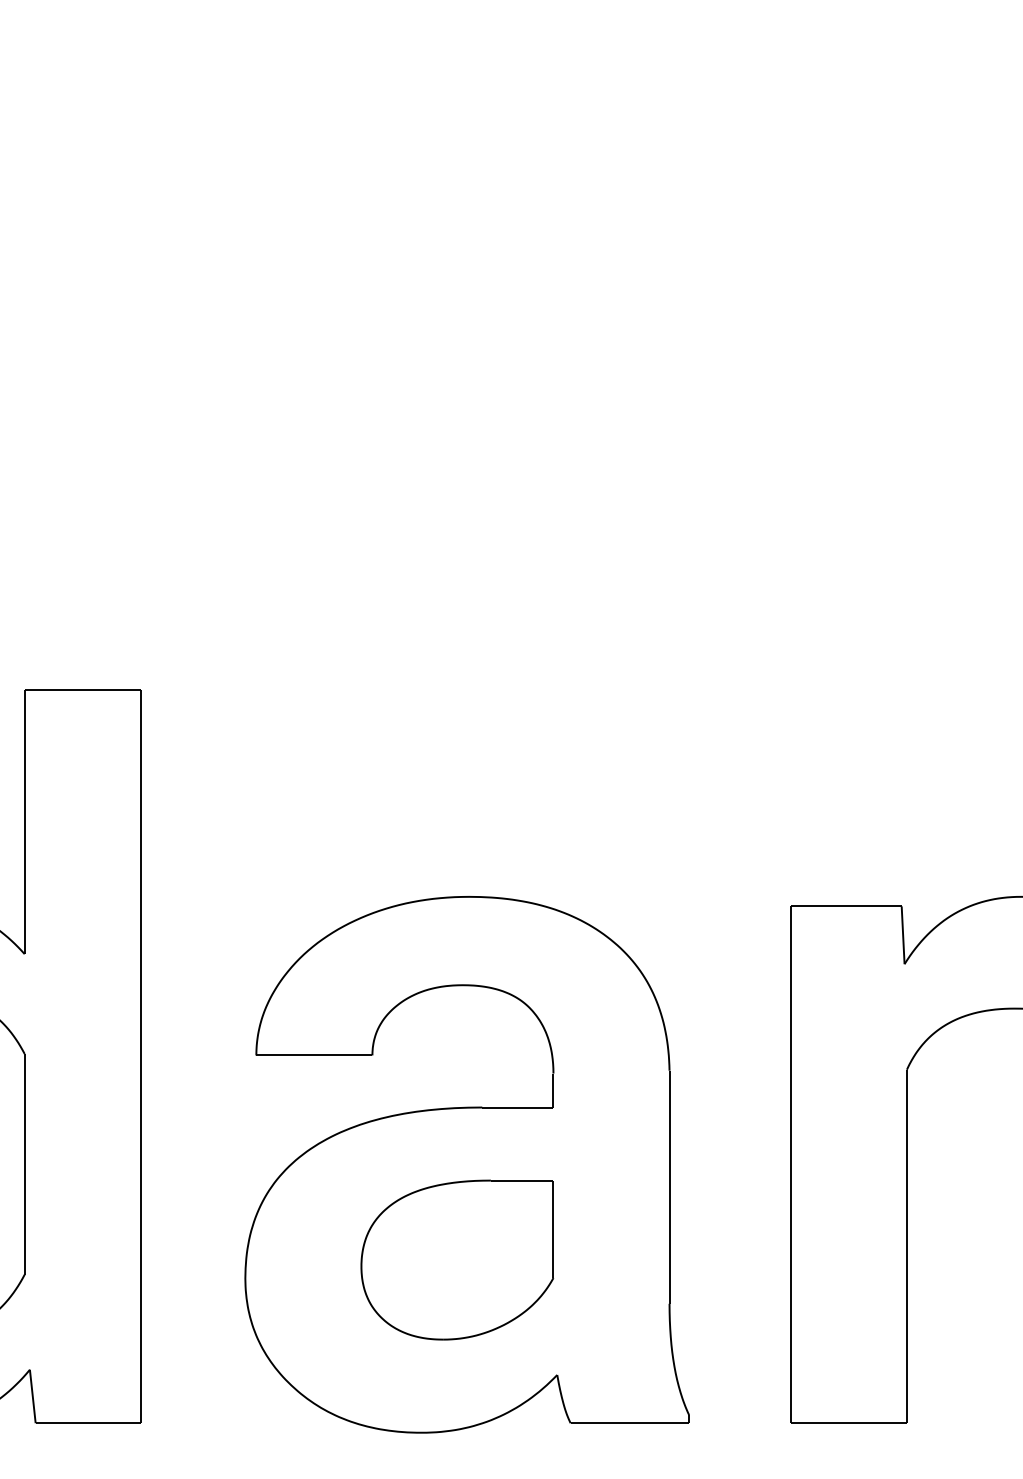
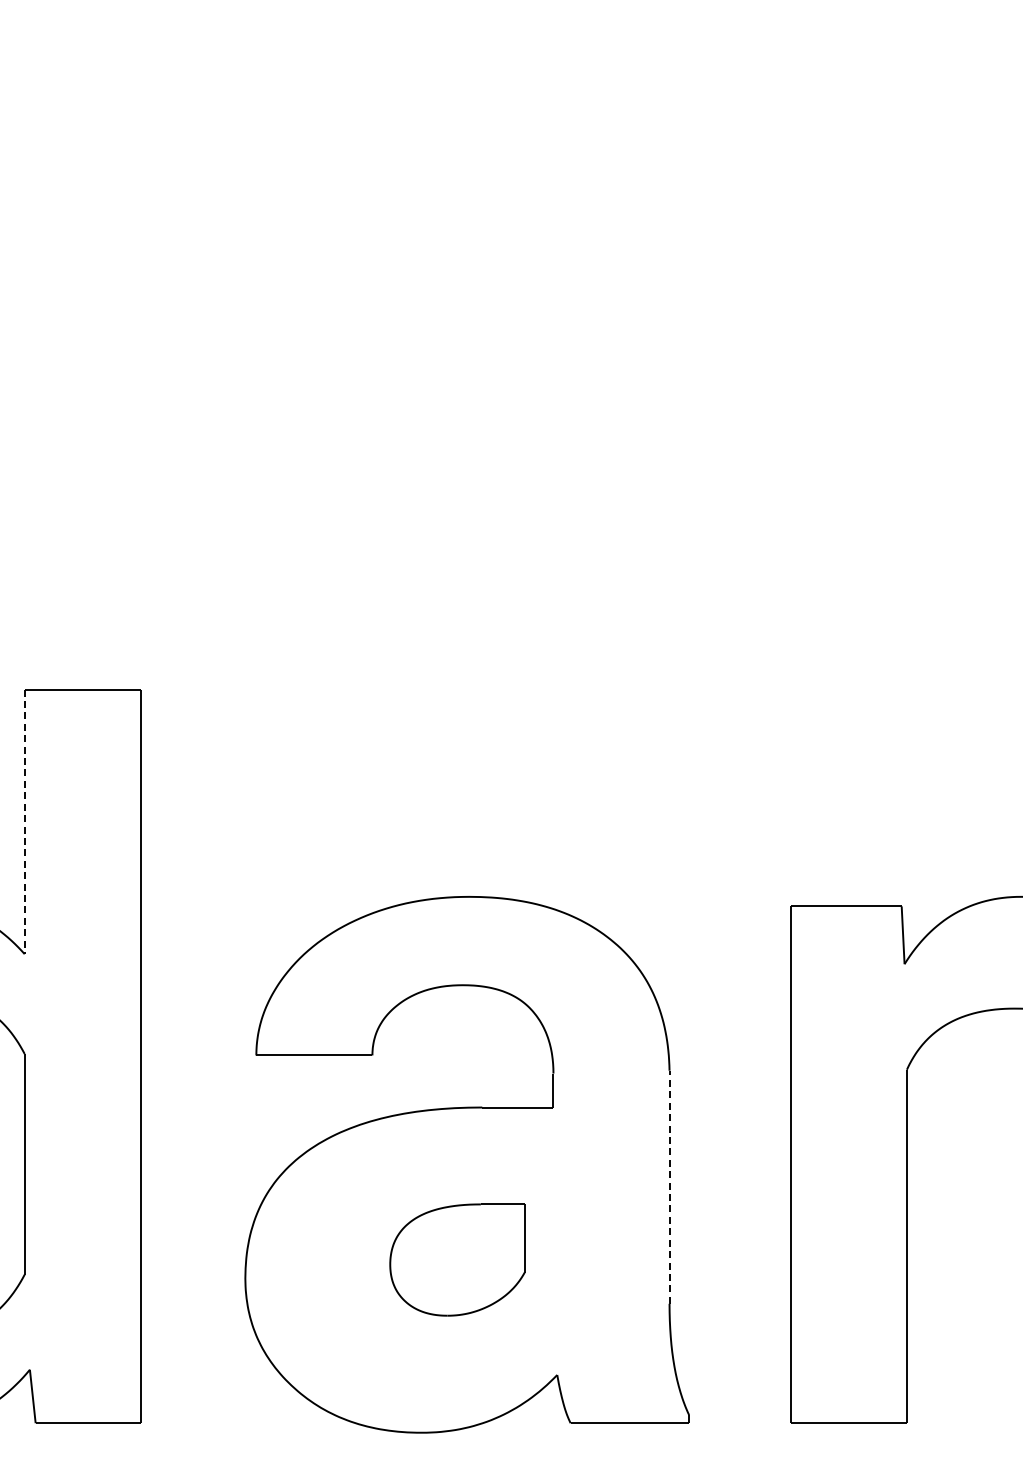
line at (24, 822): solid -> dashed
line at (669, 1187): solid -> dashed
part at (457, 1259) size: 195x162 px -> 137x114 px
